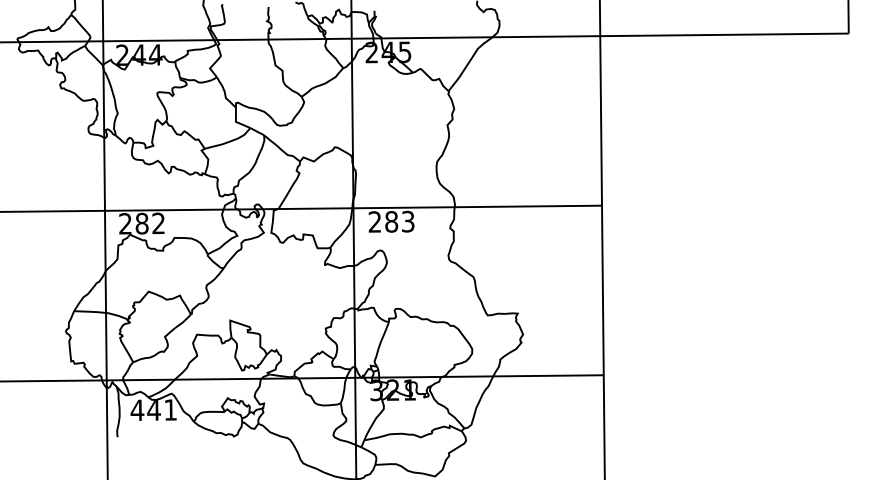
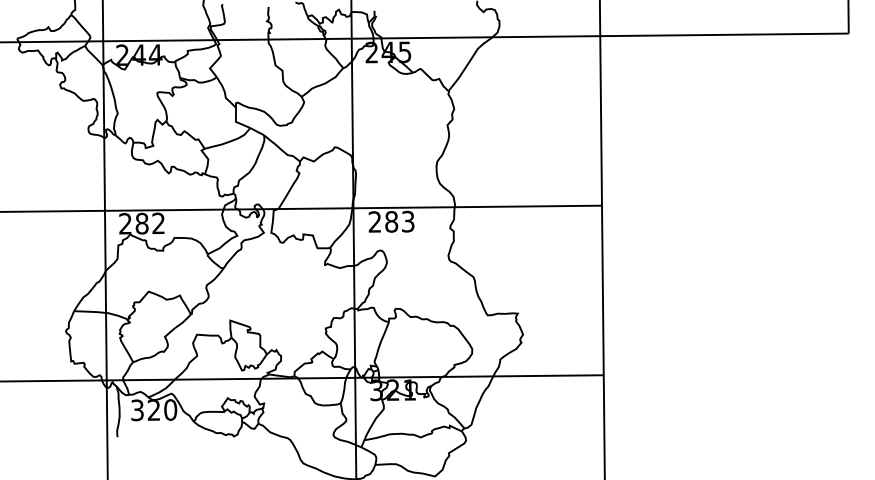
text at (153, 410): 441 -> 320
